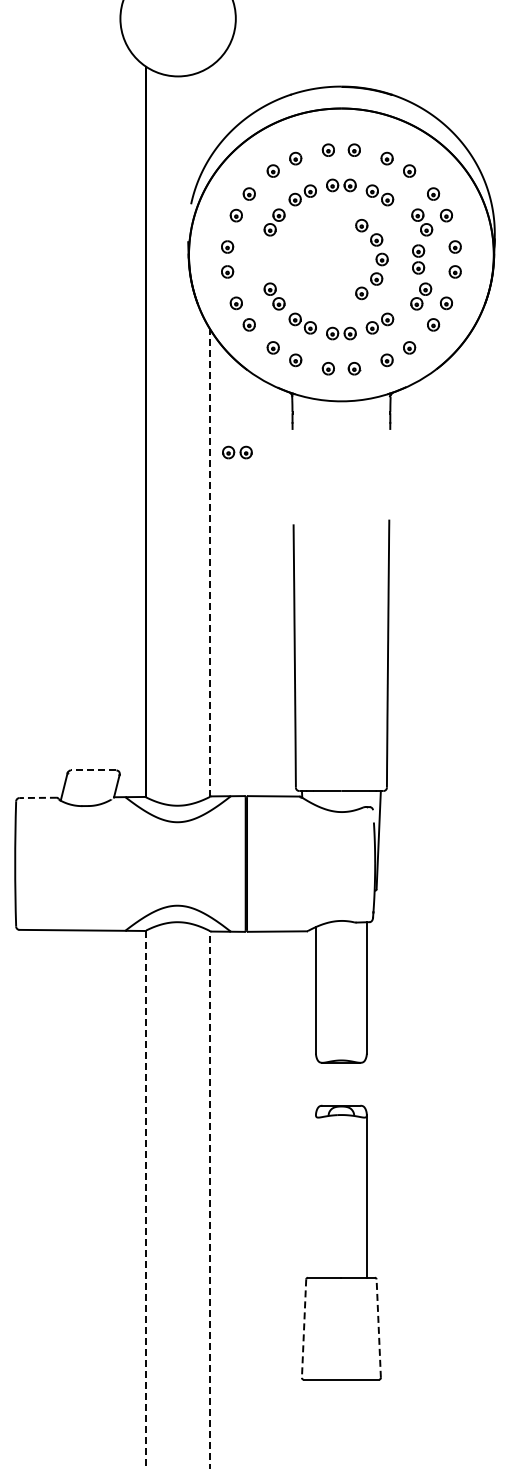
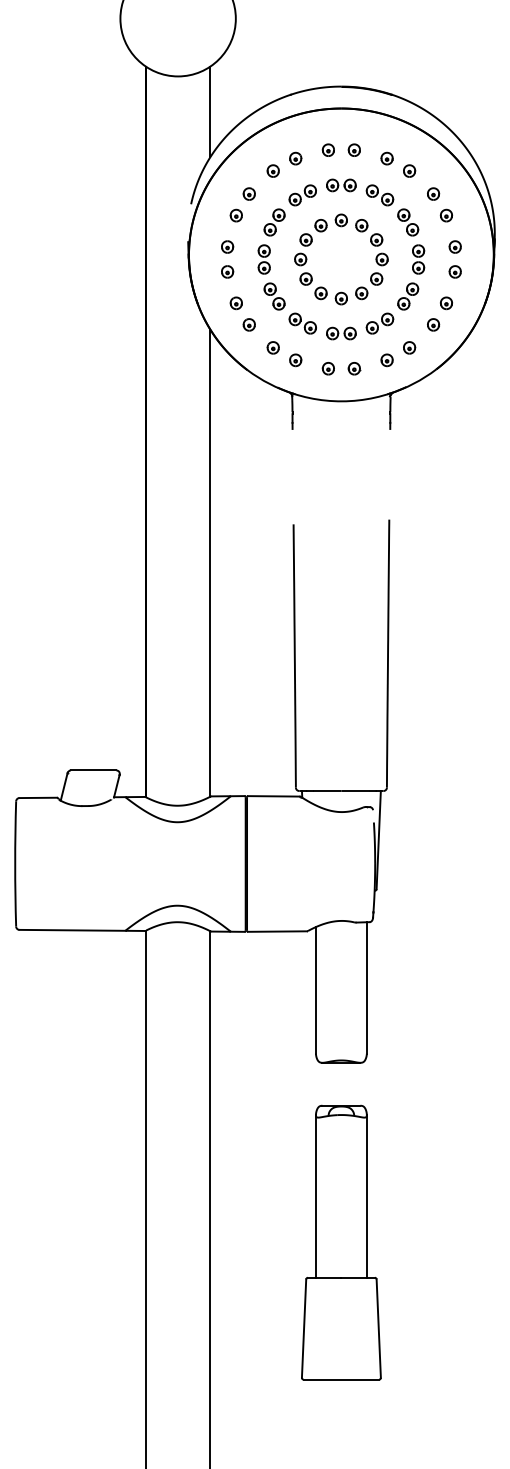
line at (210, 111): none -> present
part at (422, 222) position: (422, 222) -> (408, 222)
part at (263, 259): none -> present
part at (307, 259): none -> present
part at (421, 296) position: (421, 296) -> (408, 296)
part at (237, 452): present -> none
line at (210, 563): dashed -> solid
line at (93, 770): dashed -> solid
line at (38, 797): dashed -> solid
line at (315, 1196): none -> present
line at (145, 1199): dashed -> solid
line at (210, 1199): dashed -> solid
line at (378, 1328): dashed -> solid
line at (304, 1329): dashed -> solid
